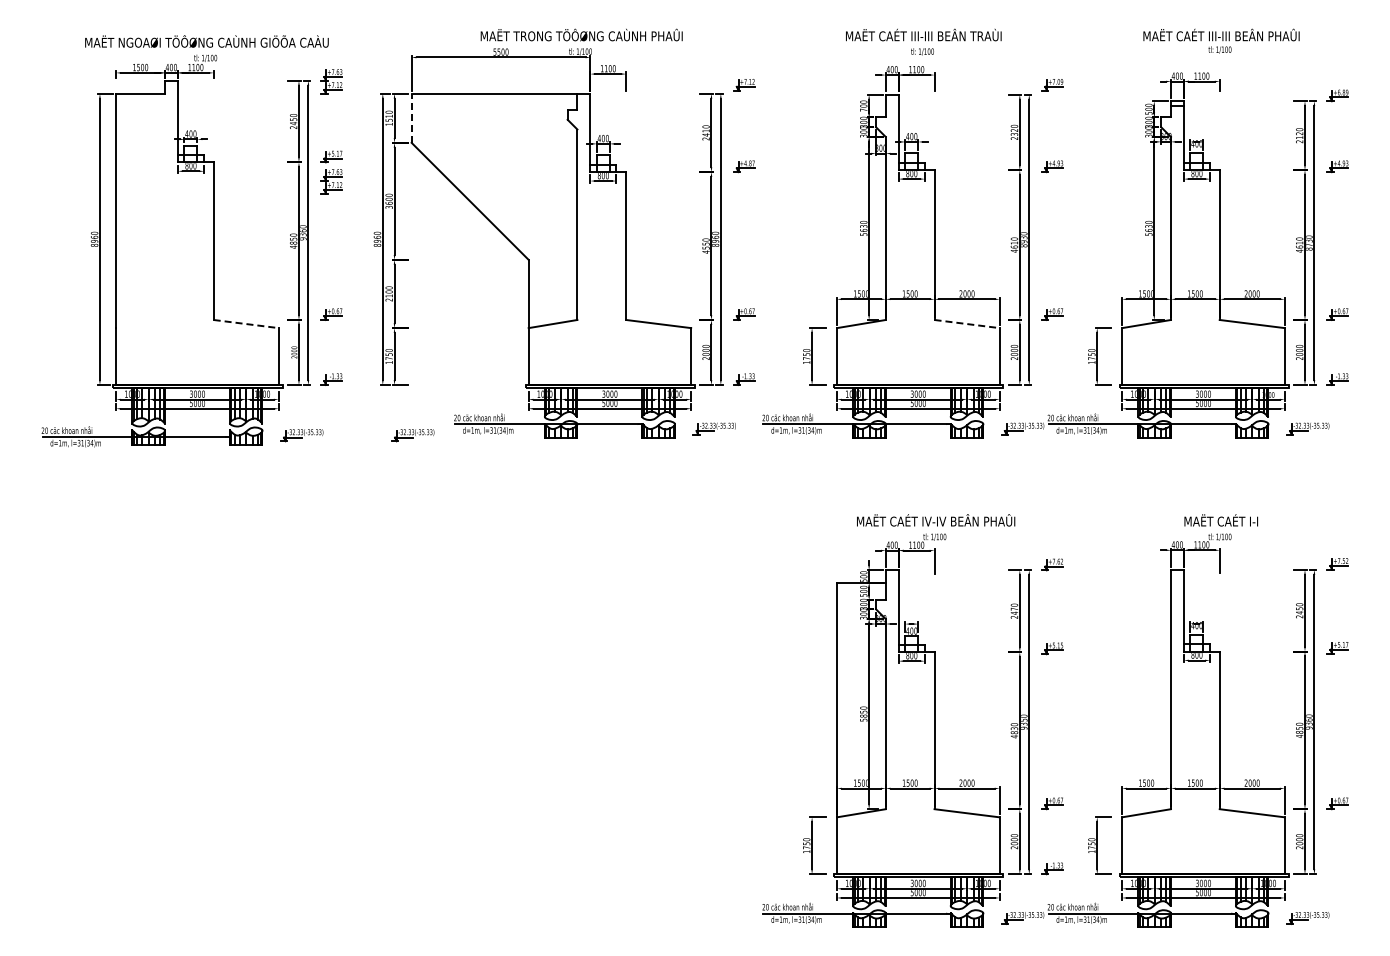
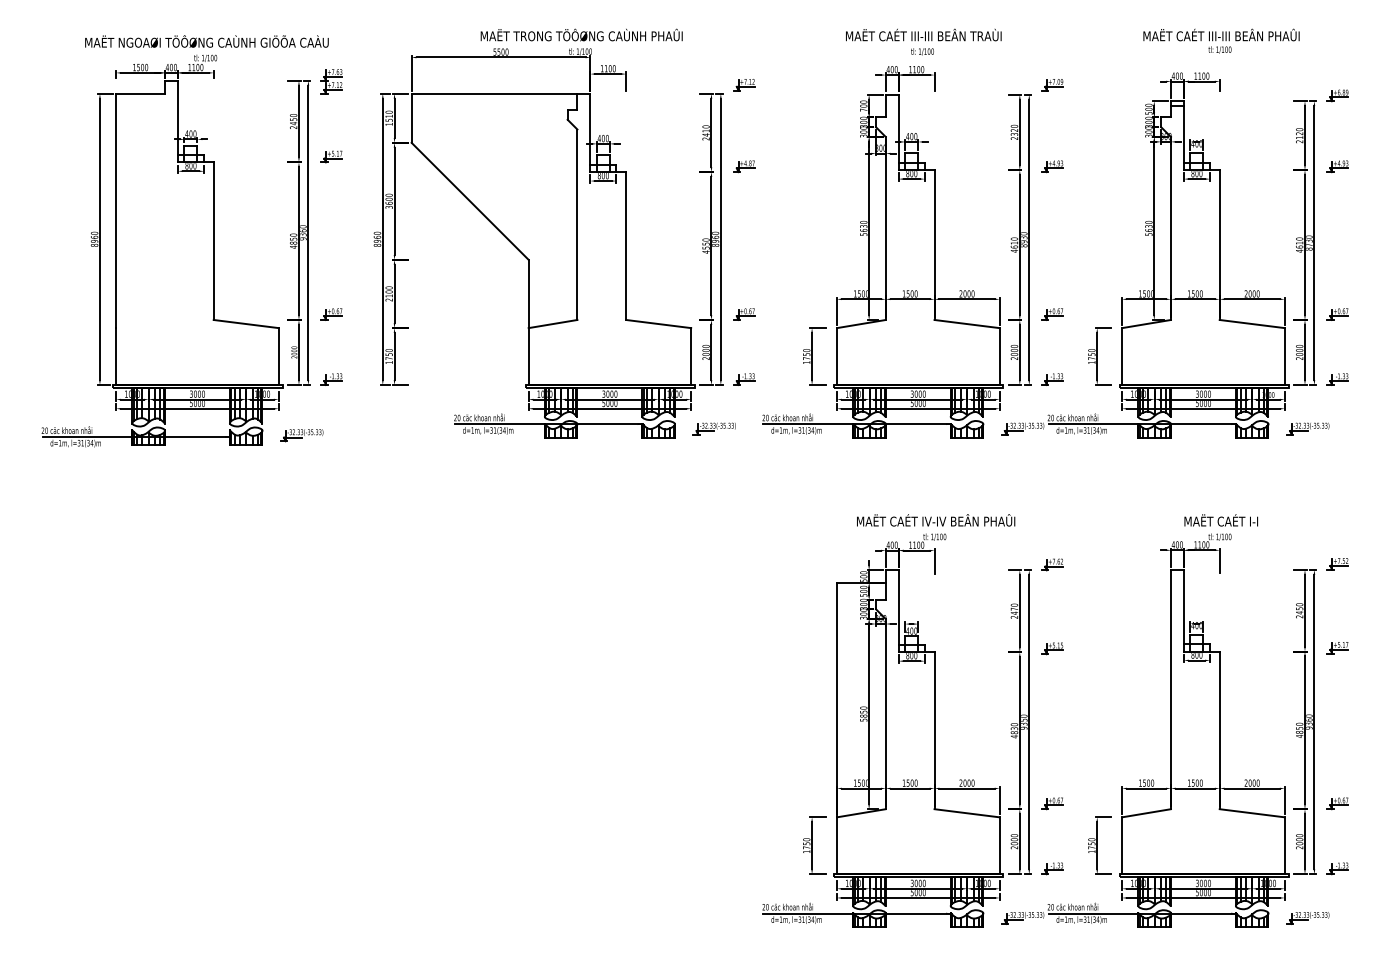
line at (411, 118): dashed -> solid
part at (331, 181): present -> none
line at (246, 324): dashed -> solid
line at (967, 324): dashed -> solid
part at (1052, 379): none -> present
part at (412, 435): present -> none
part at (1337, 868): none -> present
